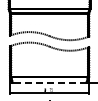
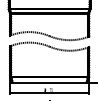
line at (49, 82): dashed -> solid
